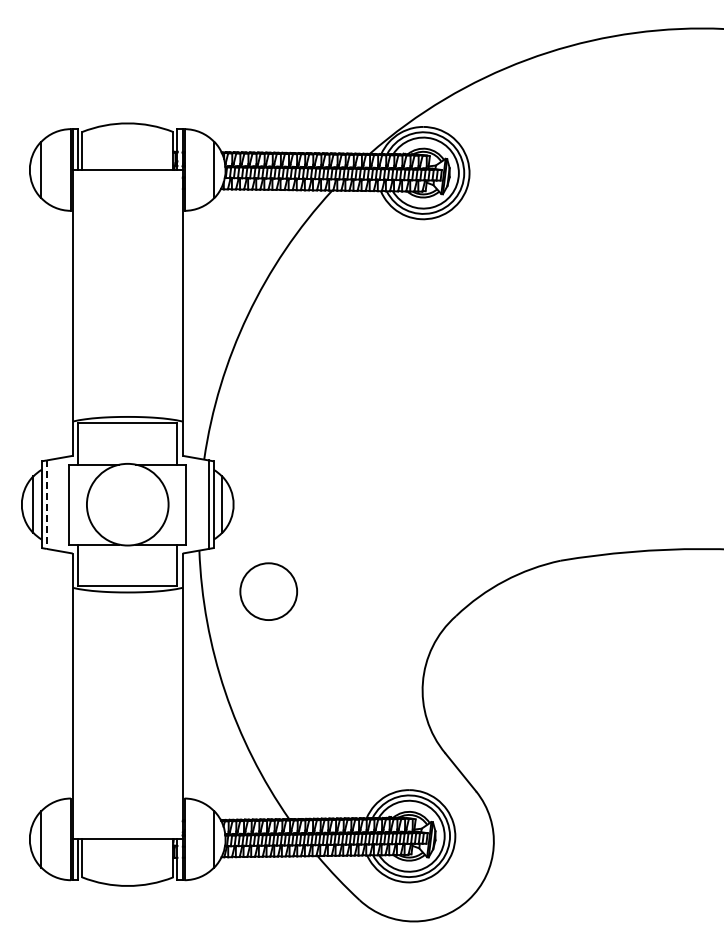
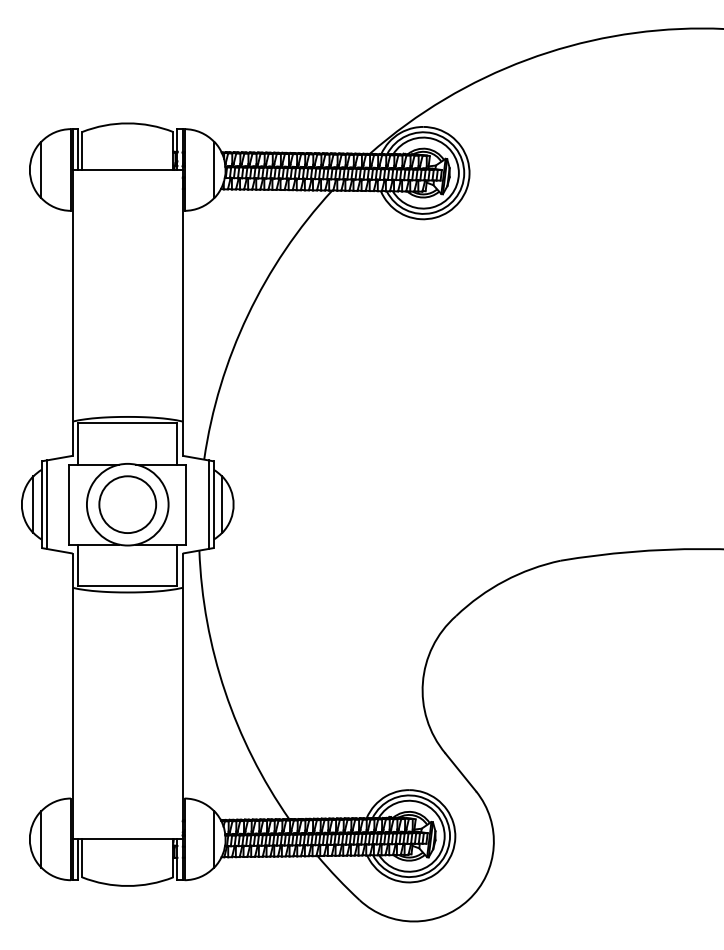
line at (46, 505): dashed -> solid
circle at (268, 591) position: (268, 591) -> (127, 504)
